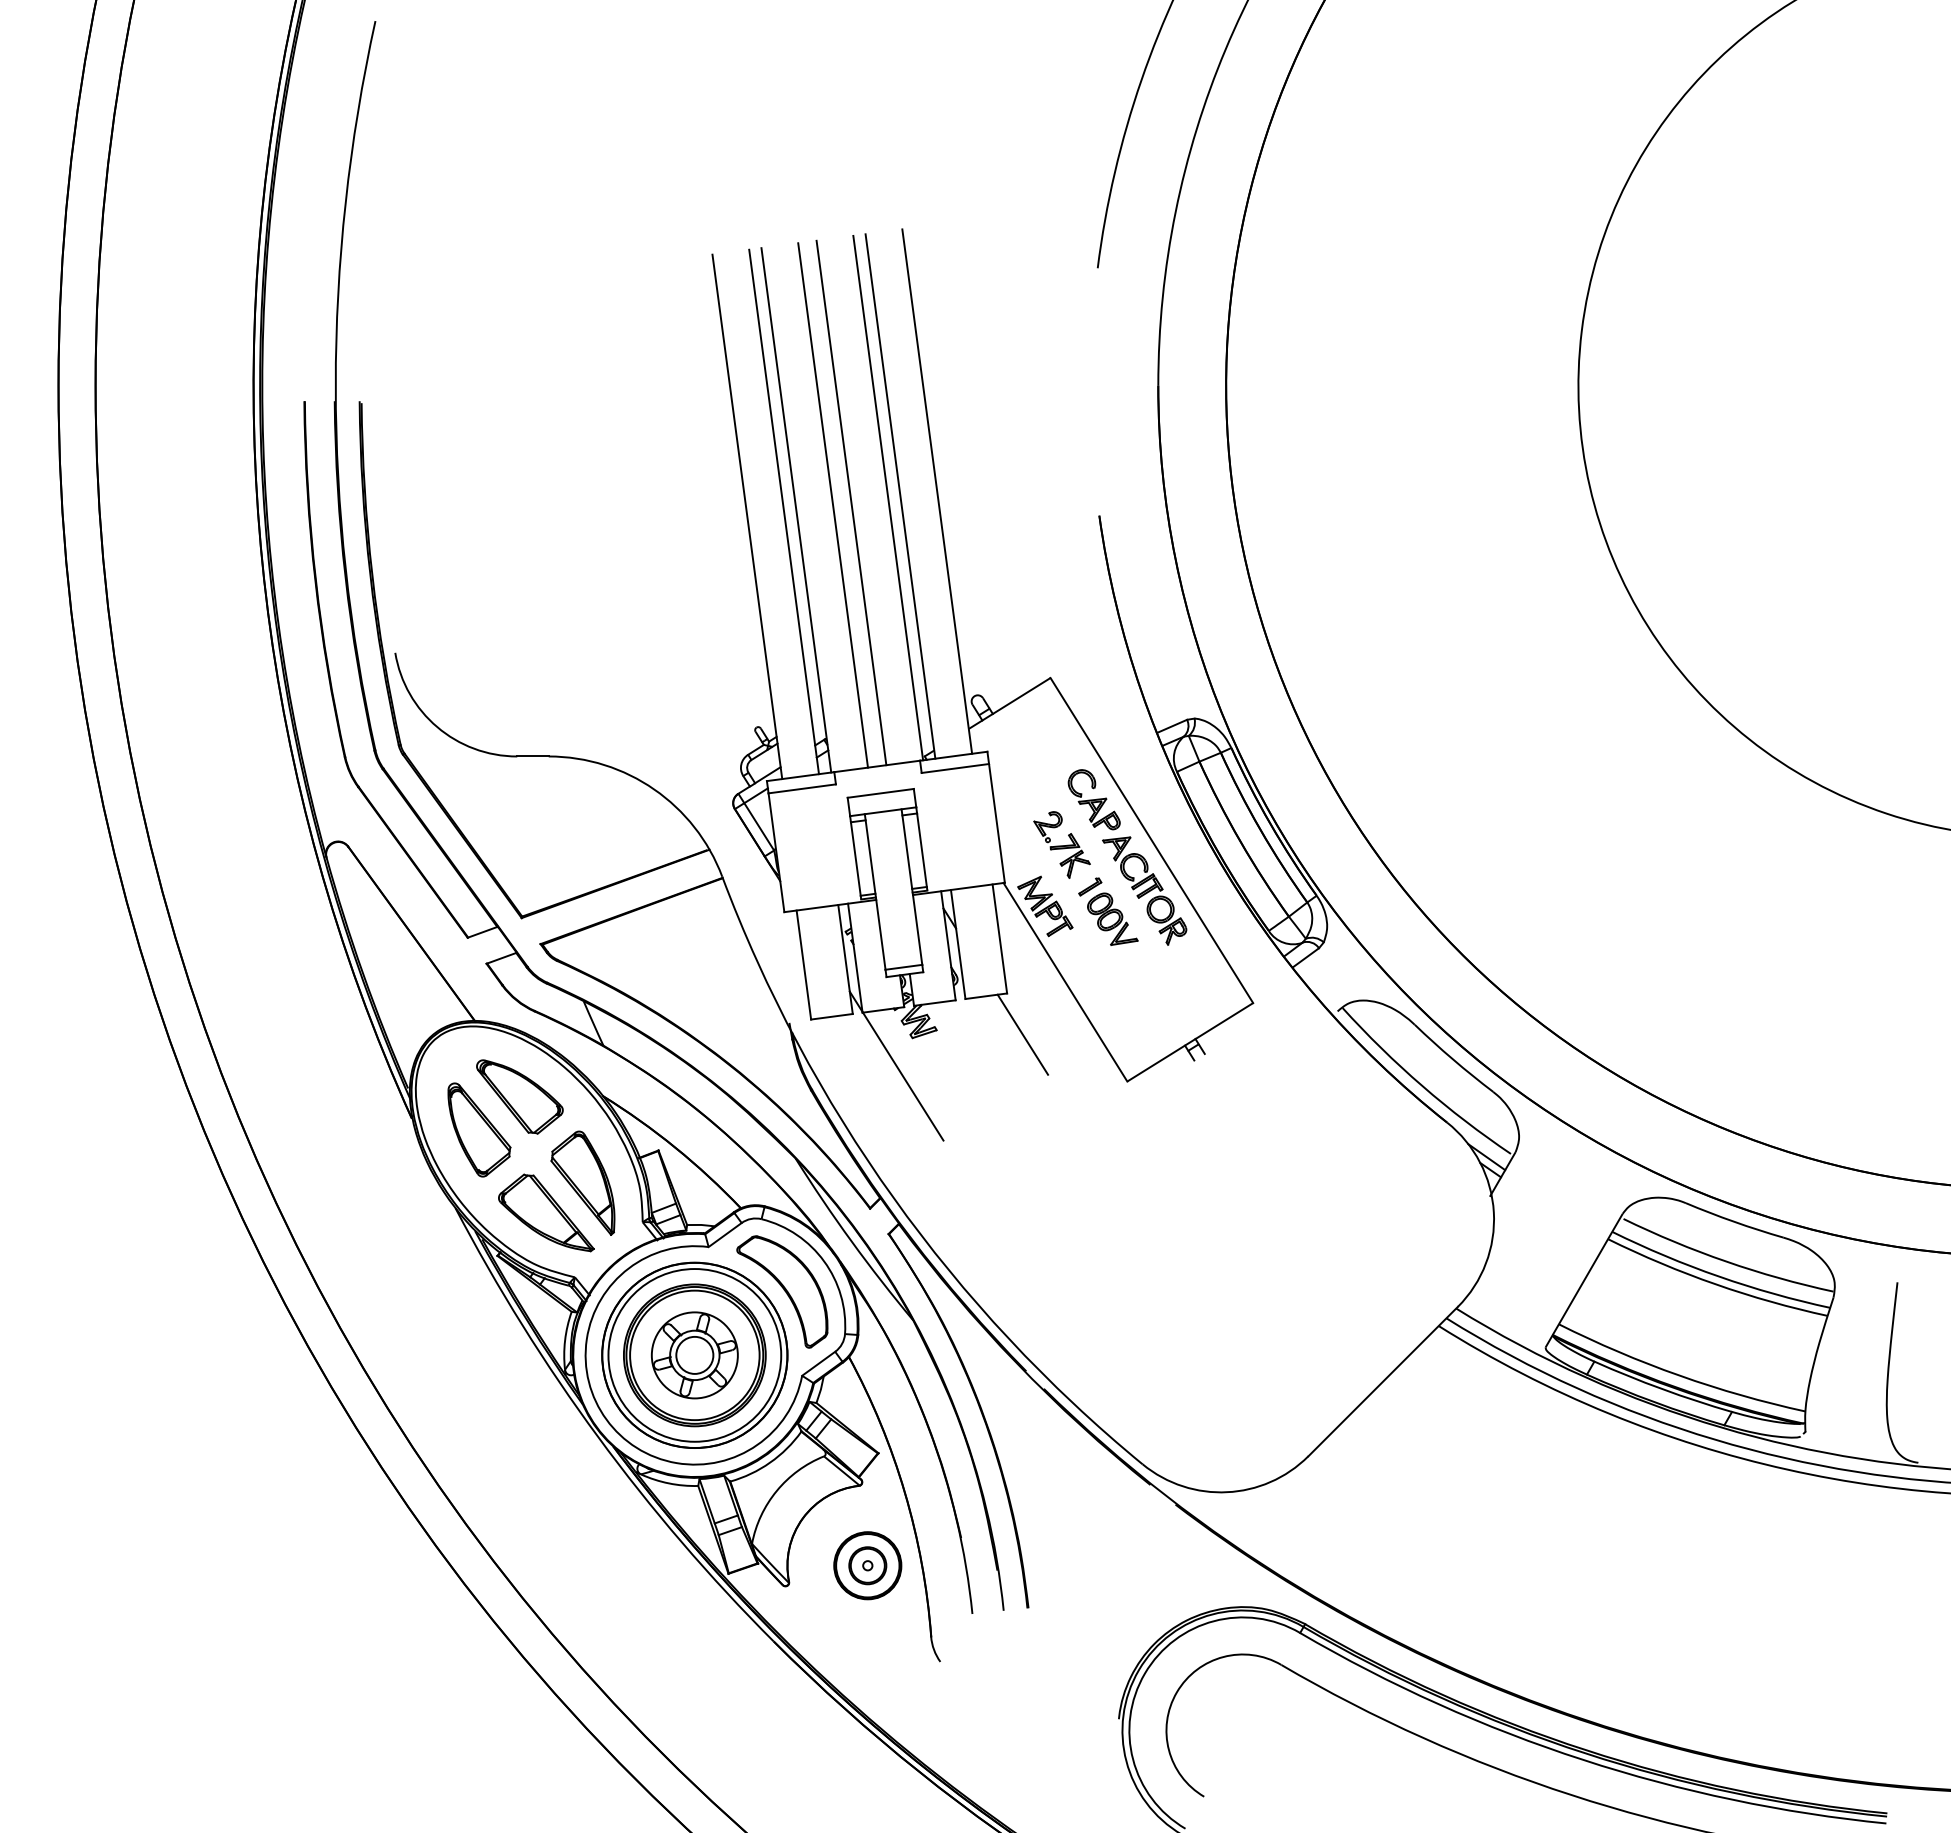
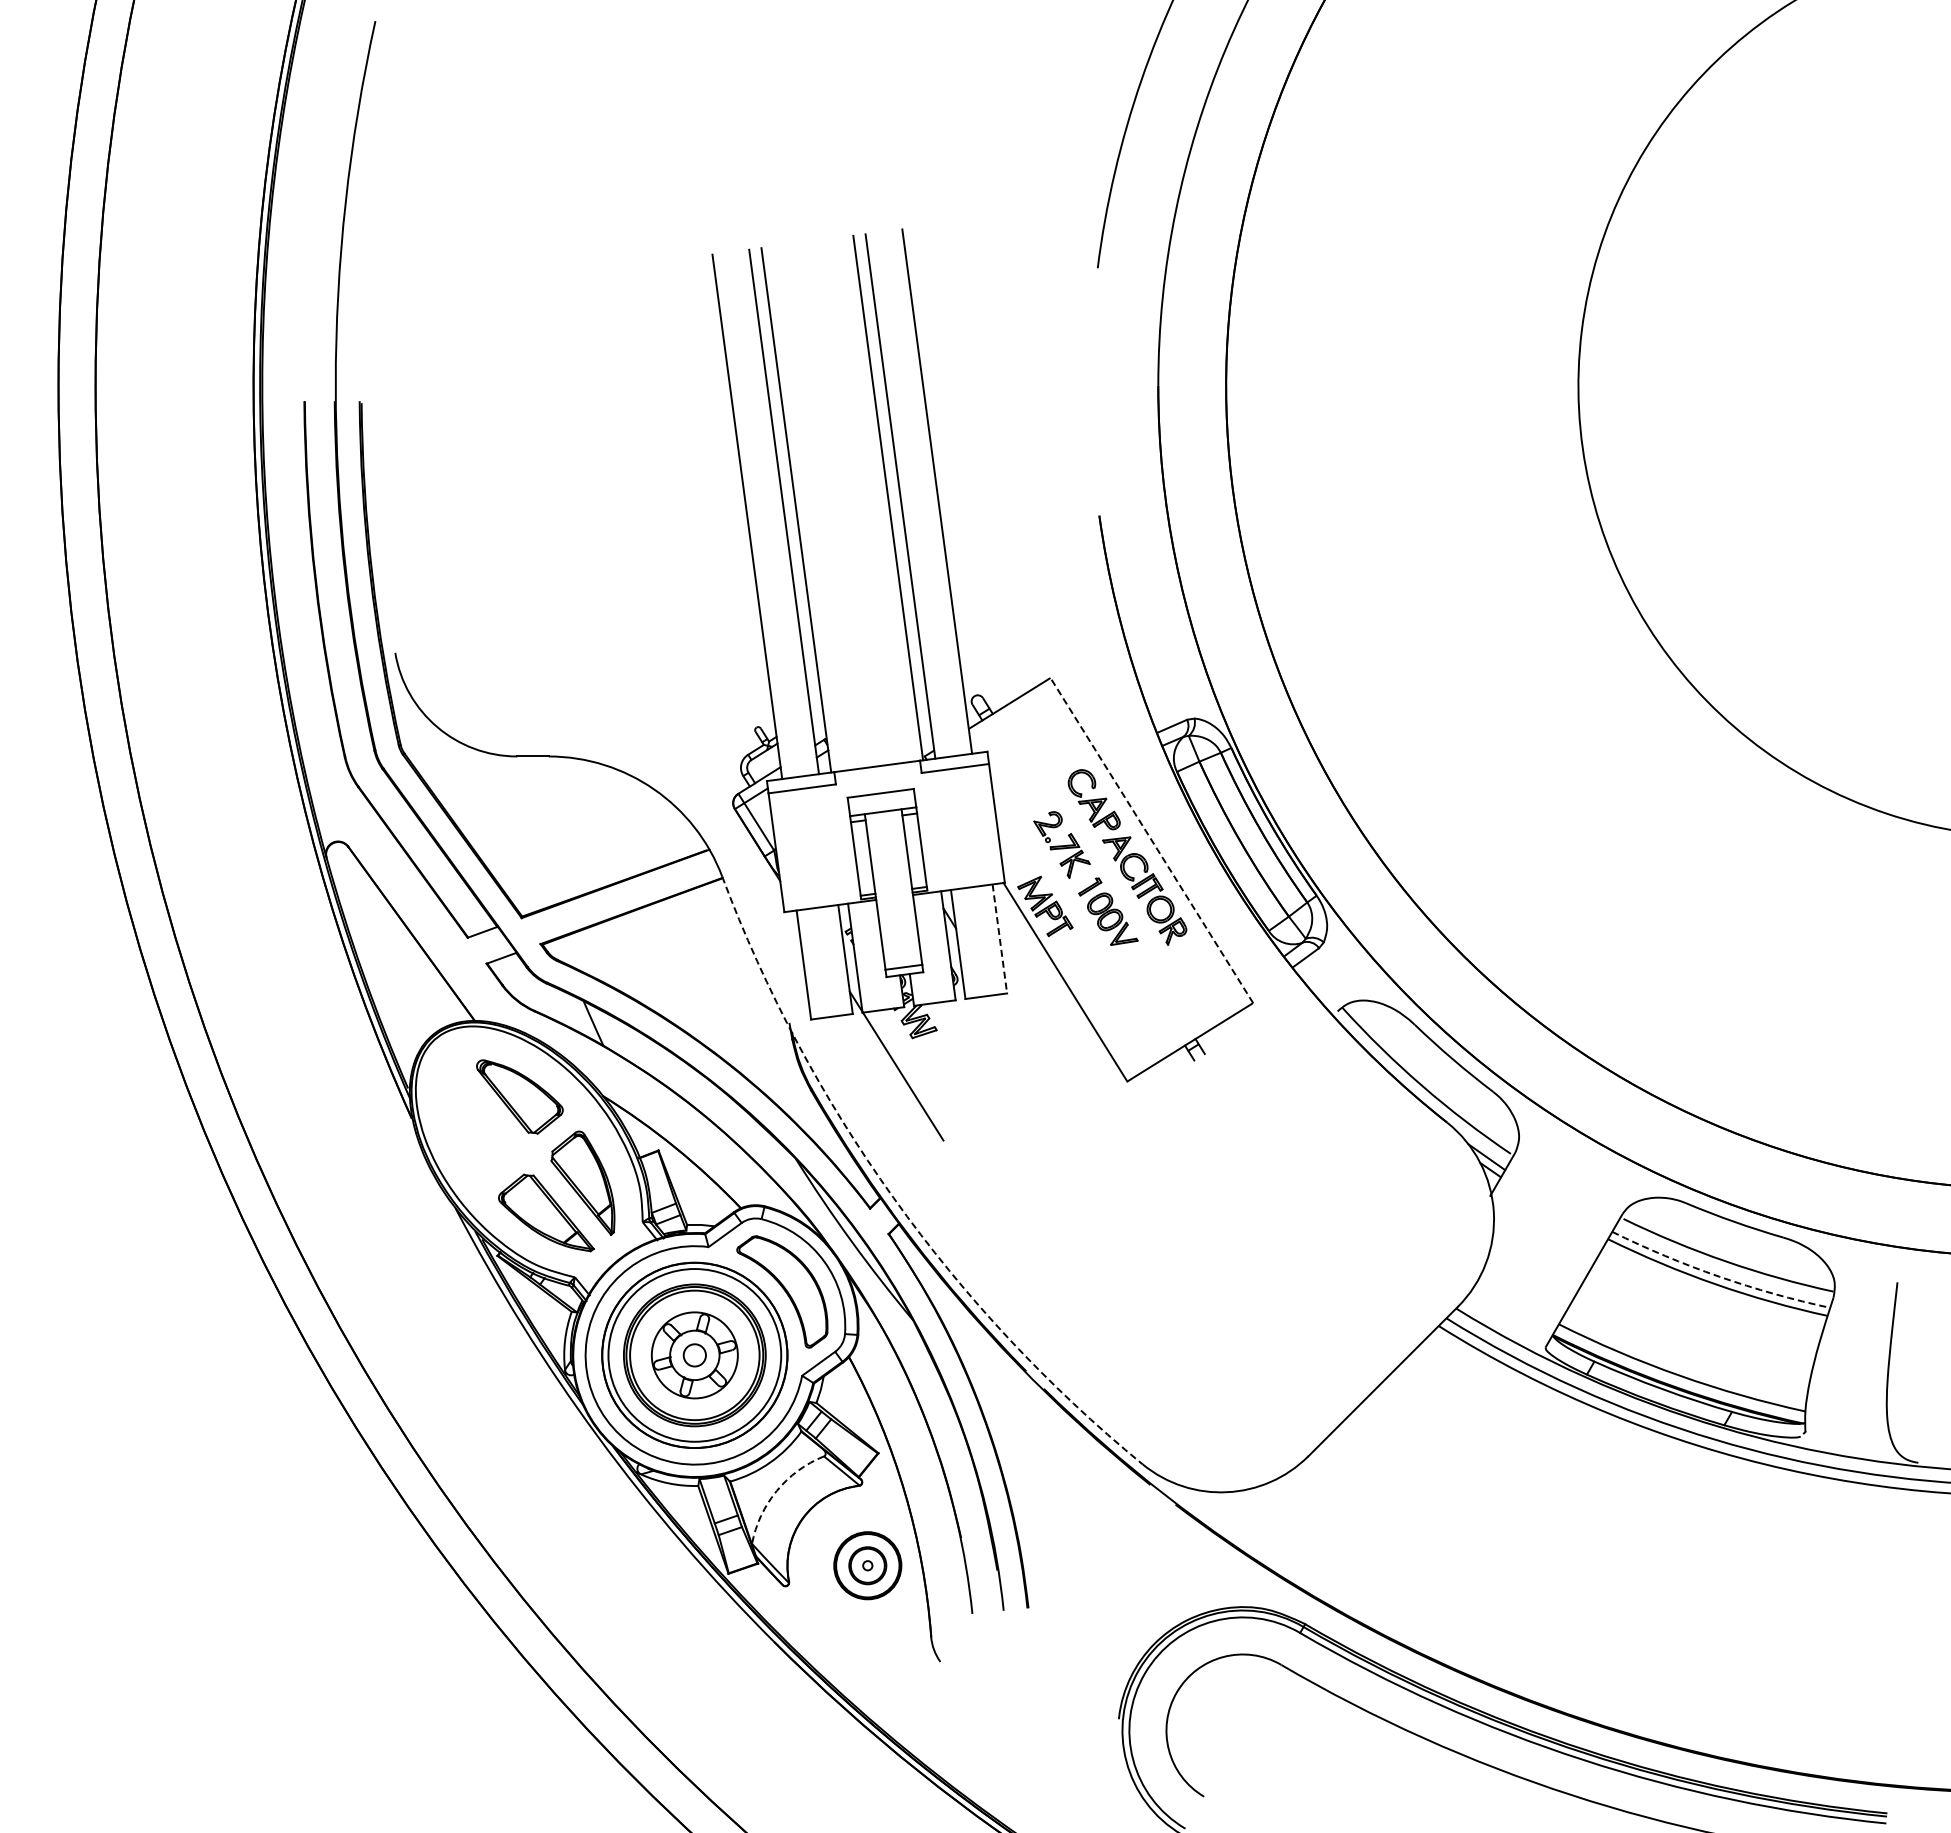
line at (851, 502): present -> none
line at (832, 505): present -> none
line at (1151, 840): solid -> dashed
line at (999, 938): solid -> dashed
line at (1022, 1034): present -> none
part at (479, 1129): present -> none
arc at (893, 1198): solid -> dashed
arc at (1719, 1276): solid -> dashed
circle at (694, 1354) diameter: 37 px -> 22 px
arc at (776, 1490): solid -> dashed
